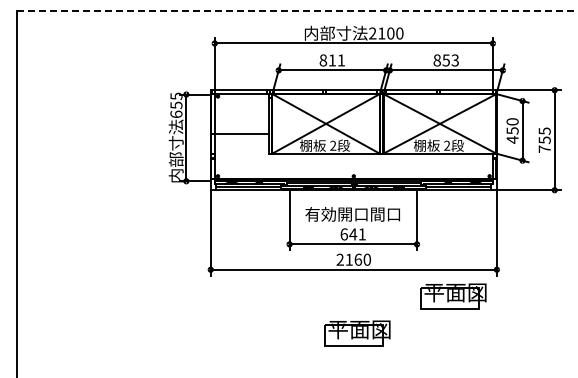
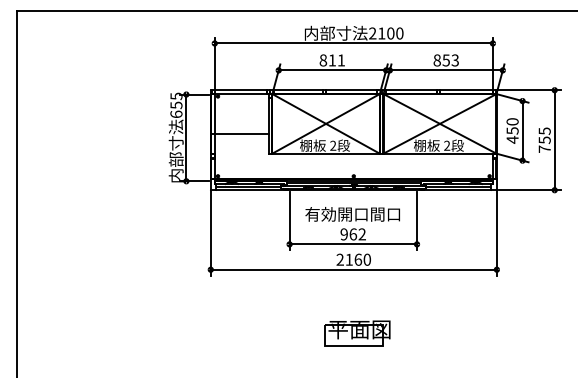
line at (297, 11): dashed -> solid
text at (352, 234): 641 -> 962
part at (453, 296): present -> none
